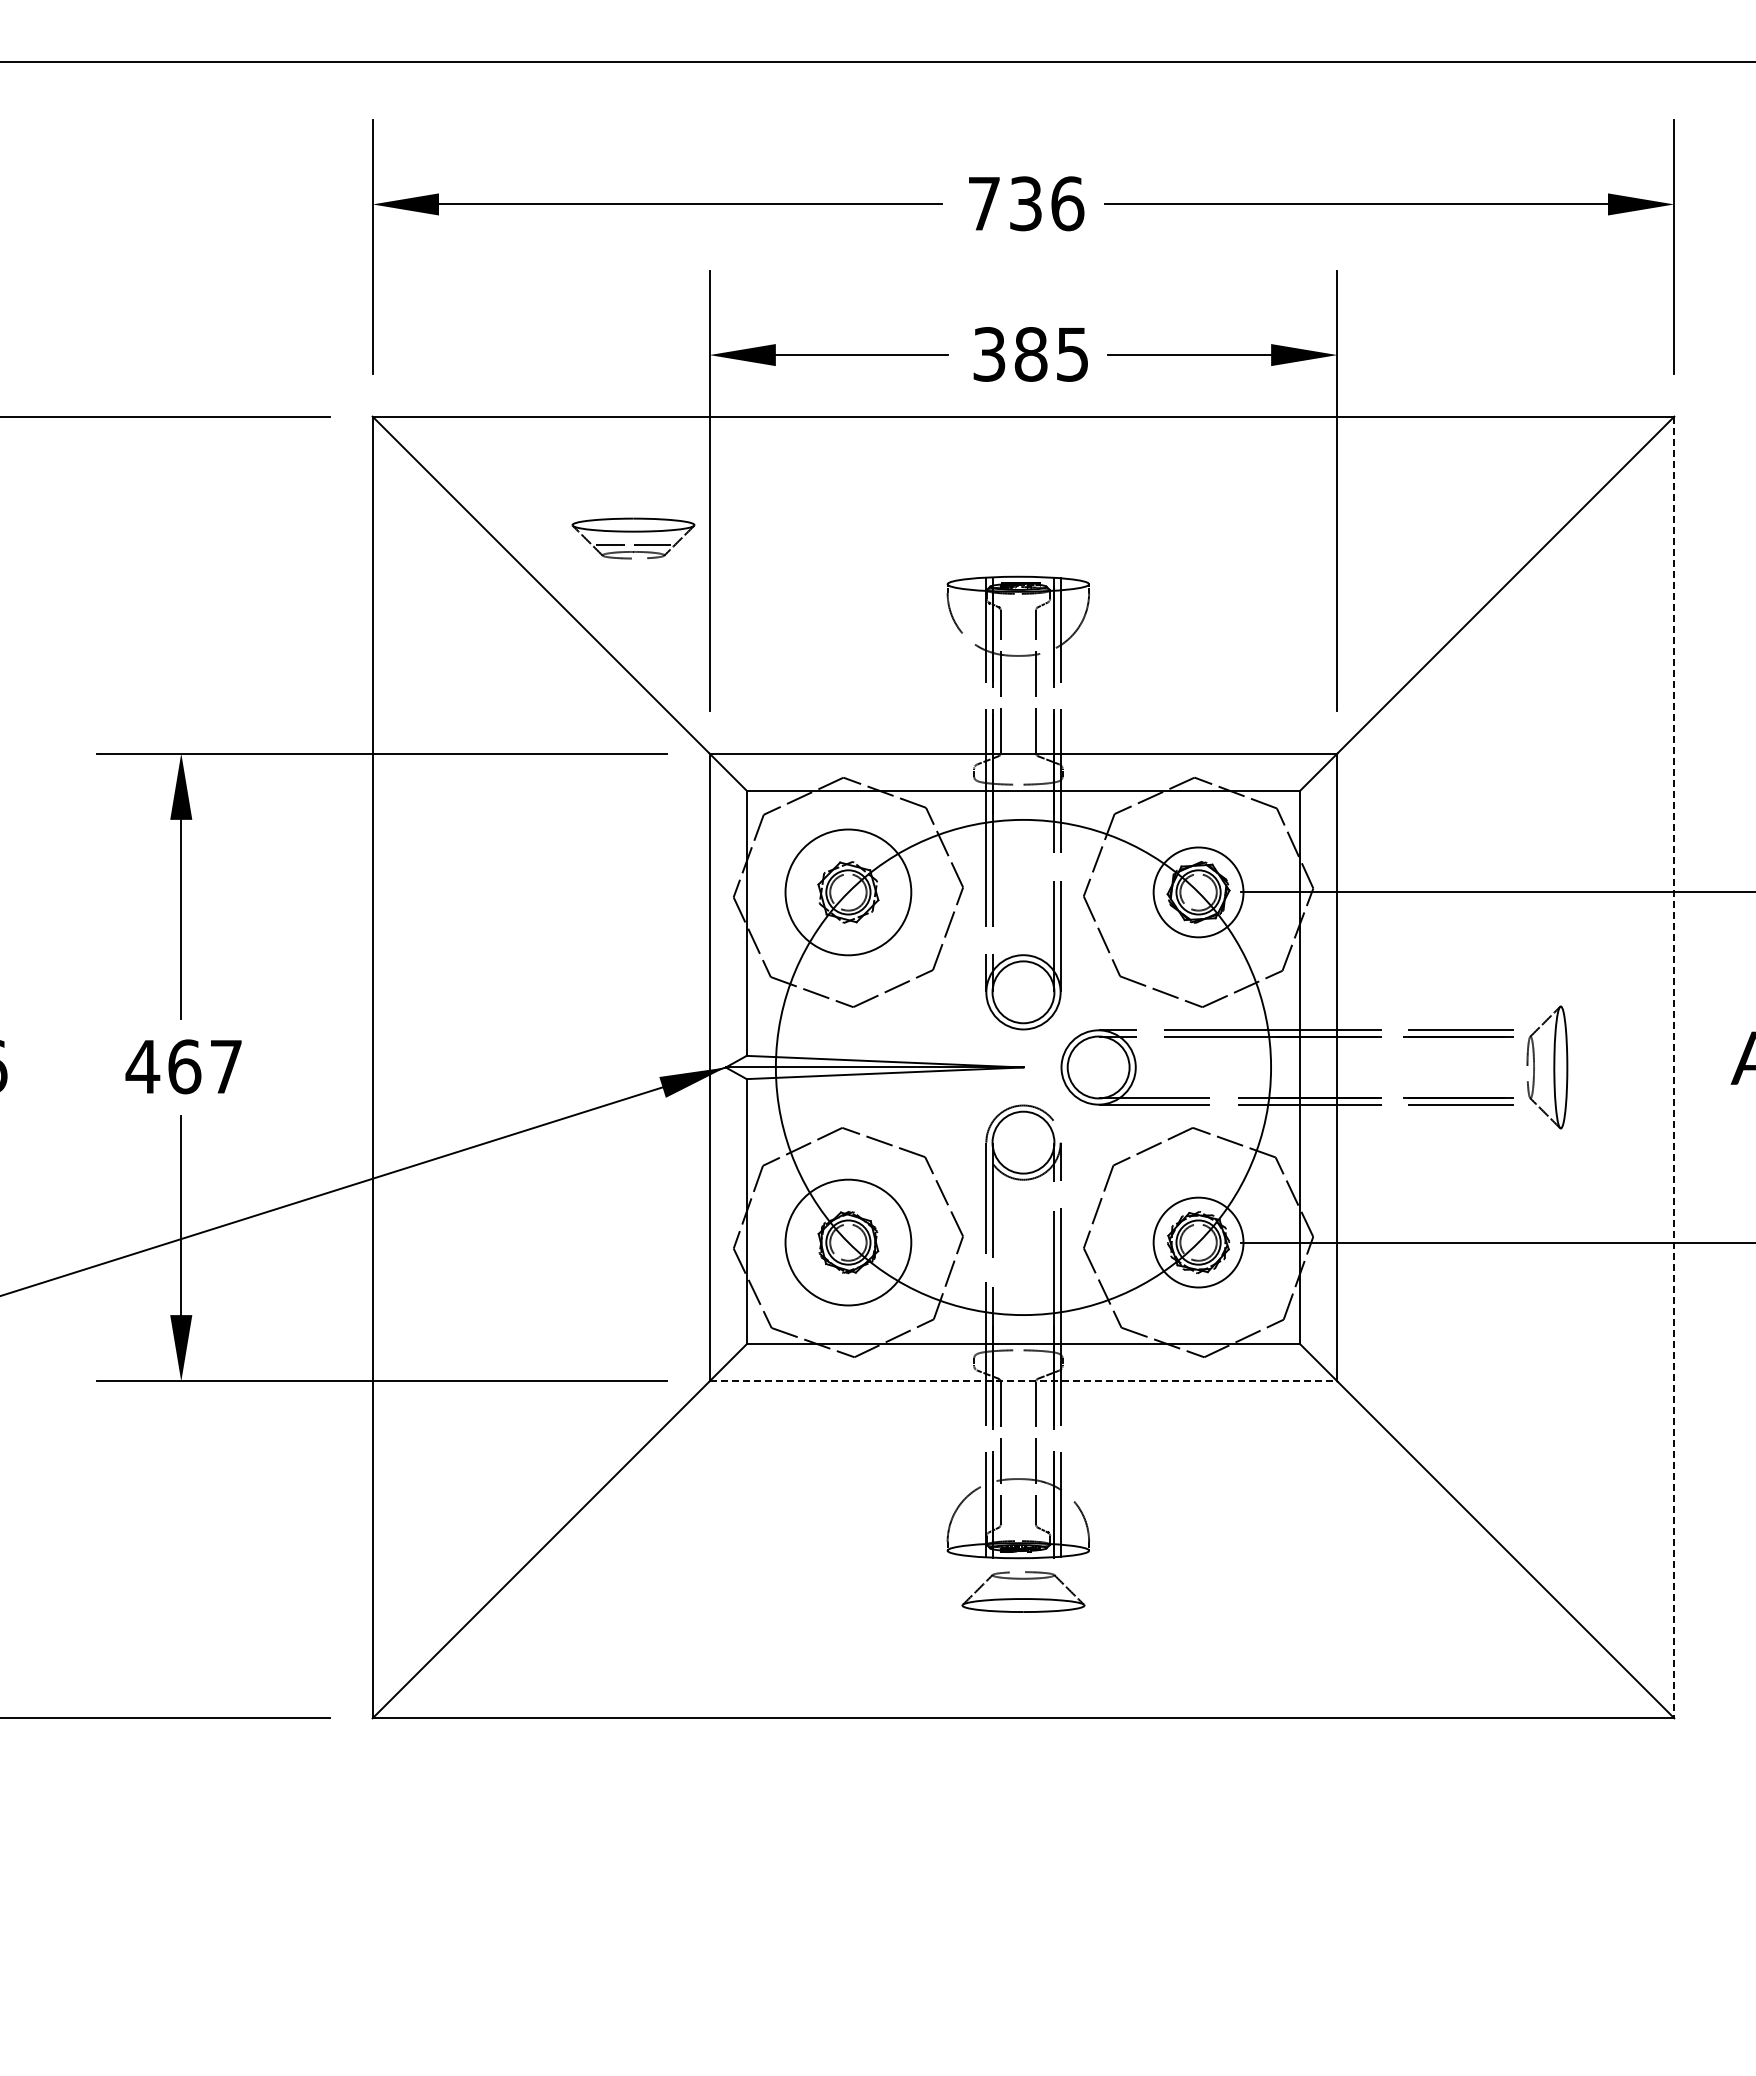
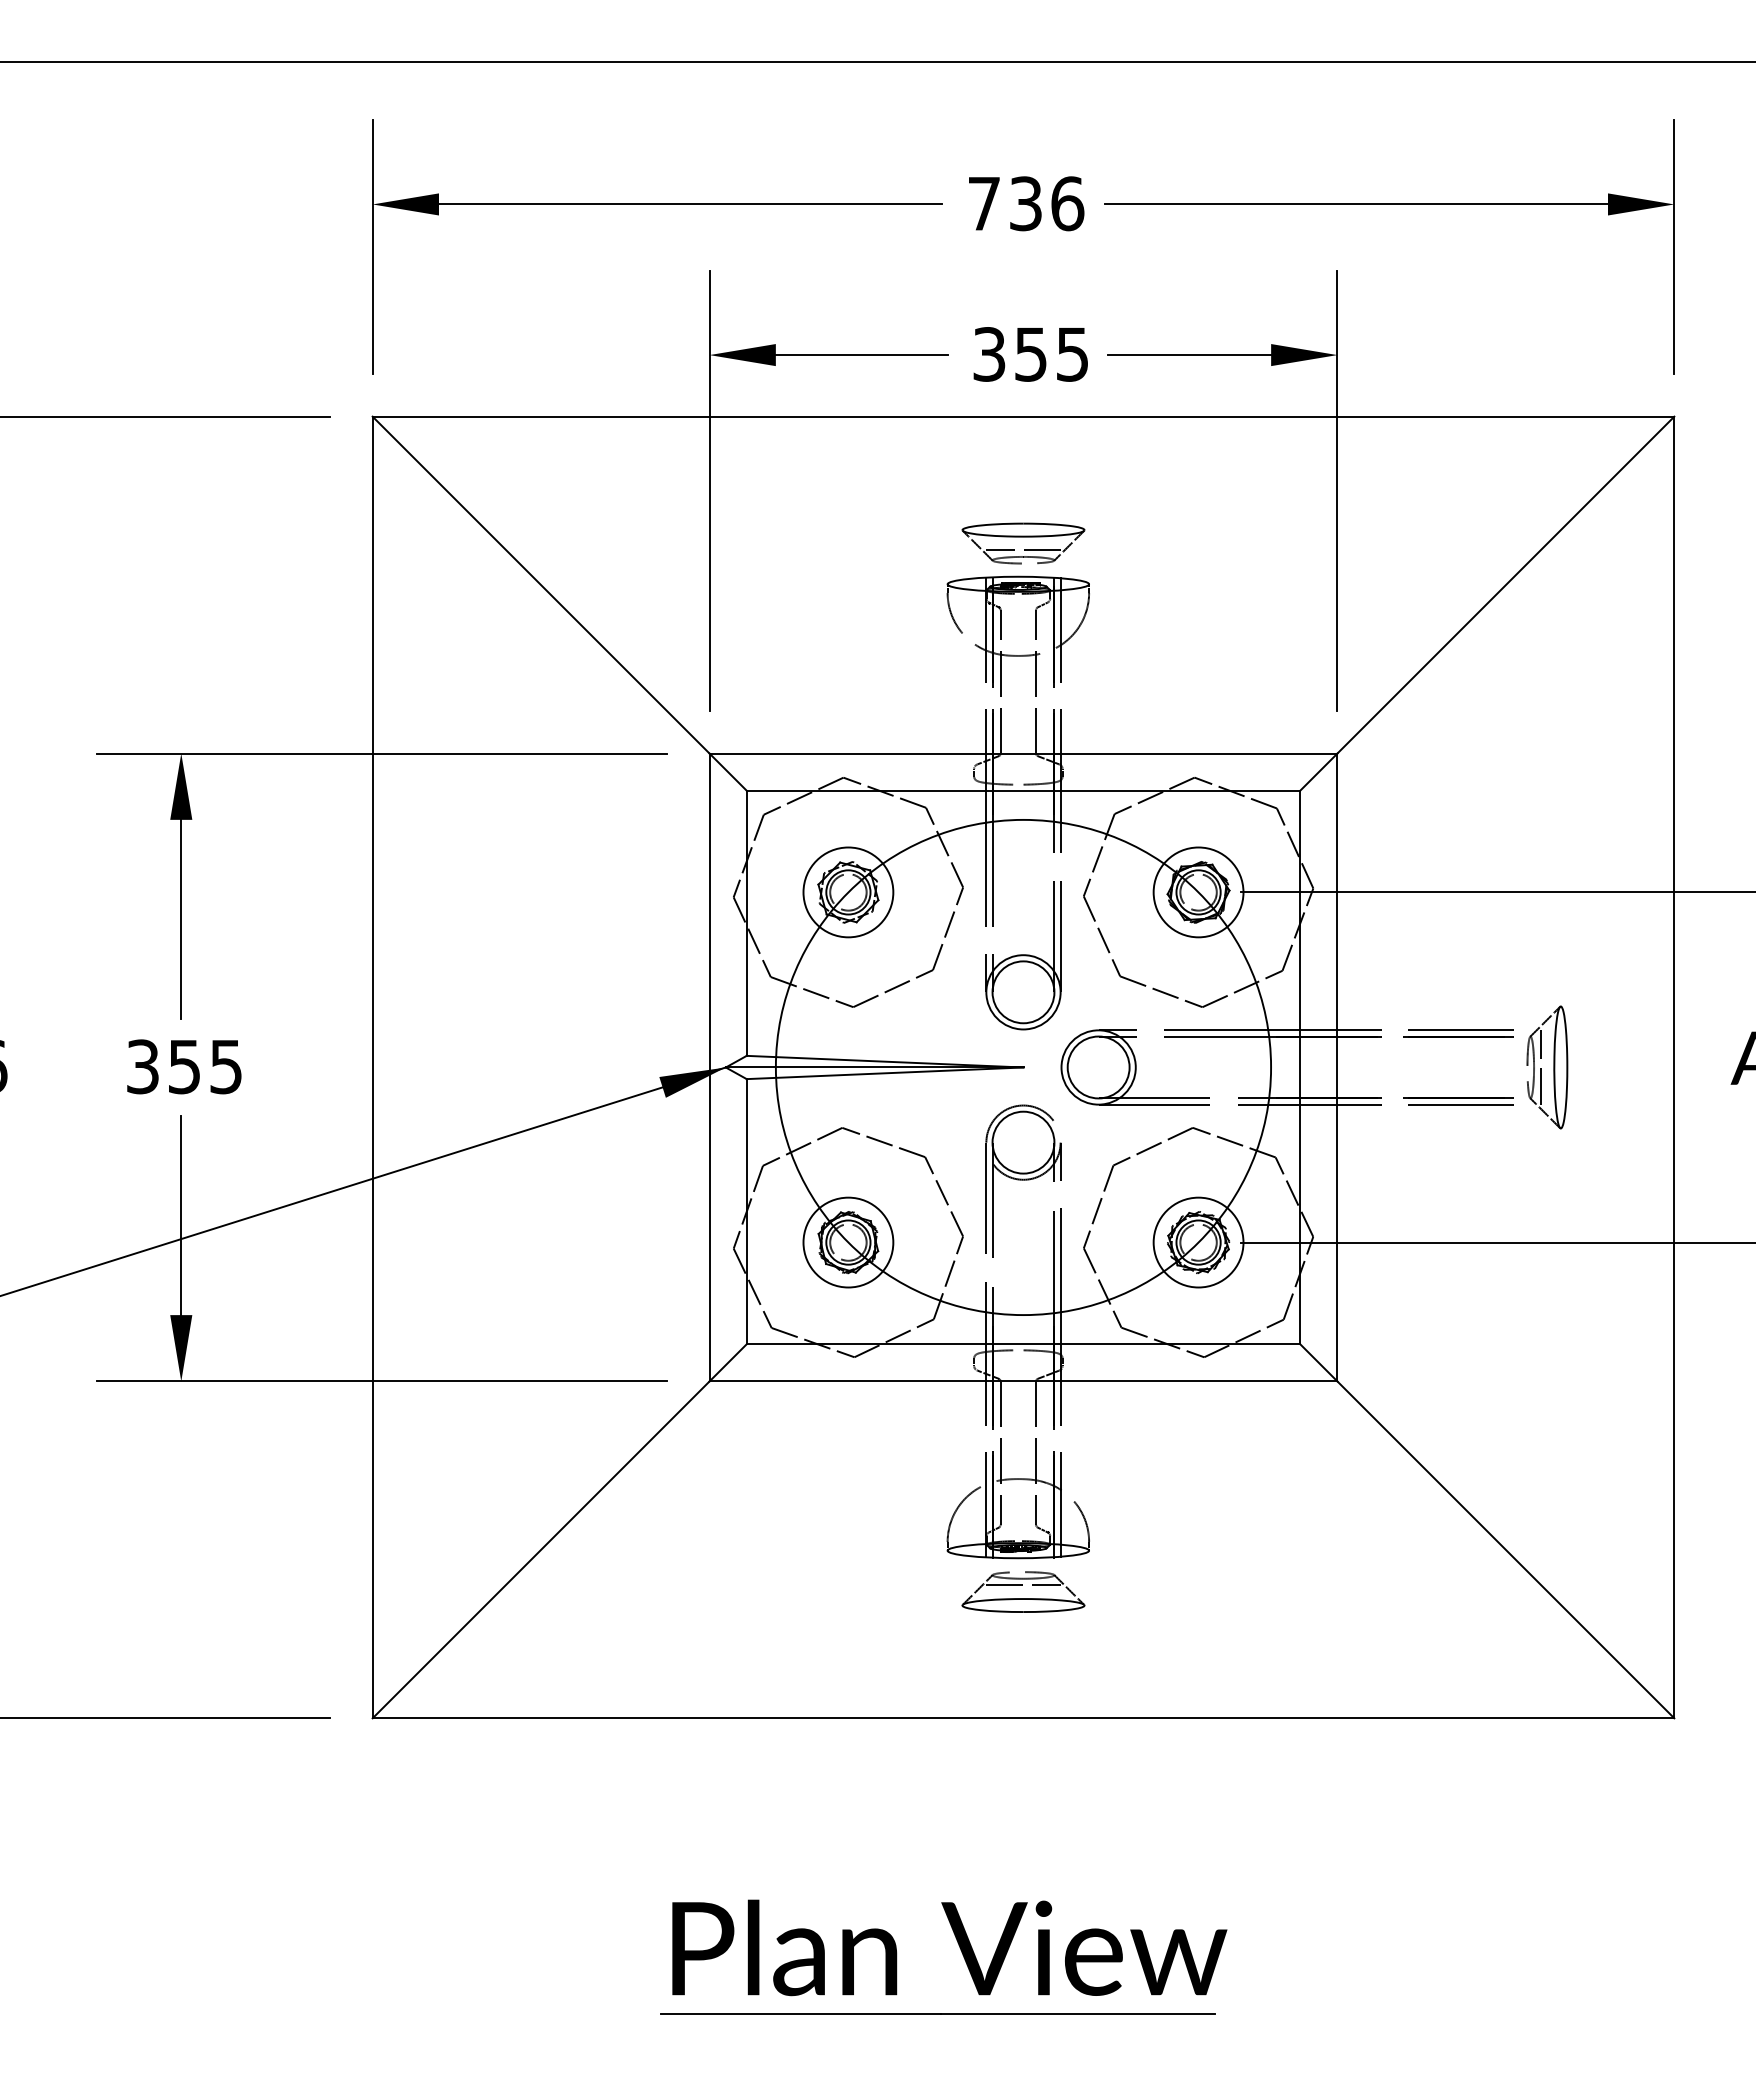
text at (1030, 354): 385 -> 355
part at (633, 538) position: (633, 538) -> (1023, 543)
circle at (848, 892) diameter: 126 px -> 90 px
text at (183, 1066): 467 -> 355
line at (1540, 1067): none -> present
line at (1674, 1067): dashed -> solid
circle at (848, 1242) diameter: 126 px -> 90 px
line at (1023, 1381): dashed -> solid
line at (1023, 1584): none -> present
part at (960, 1950): none -> present
